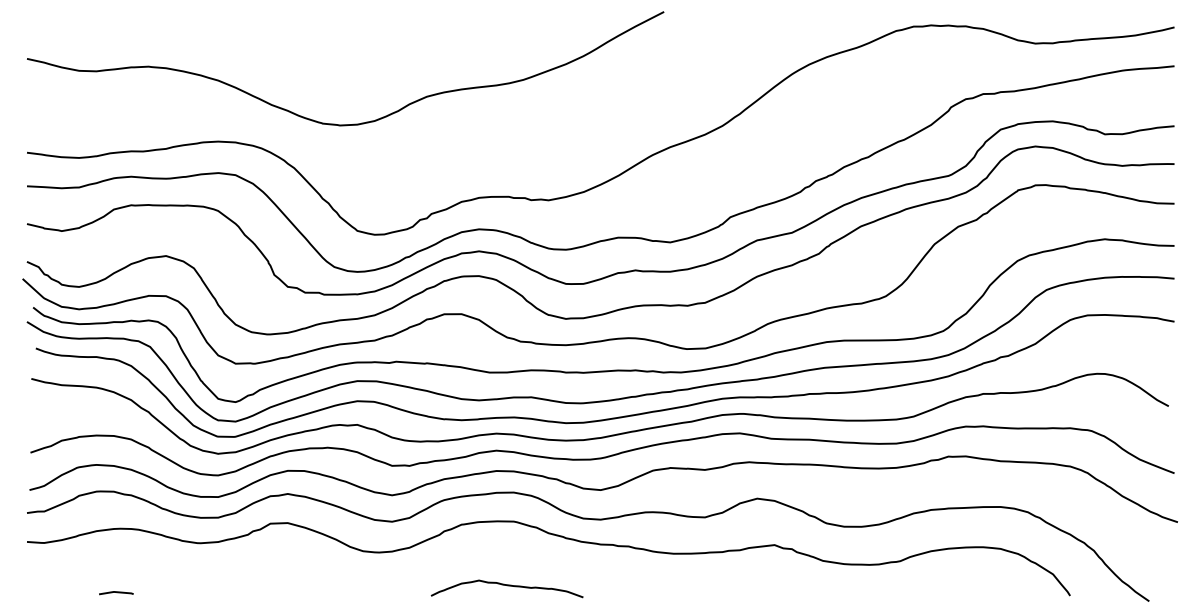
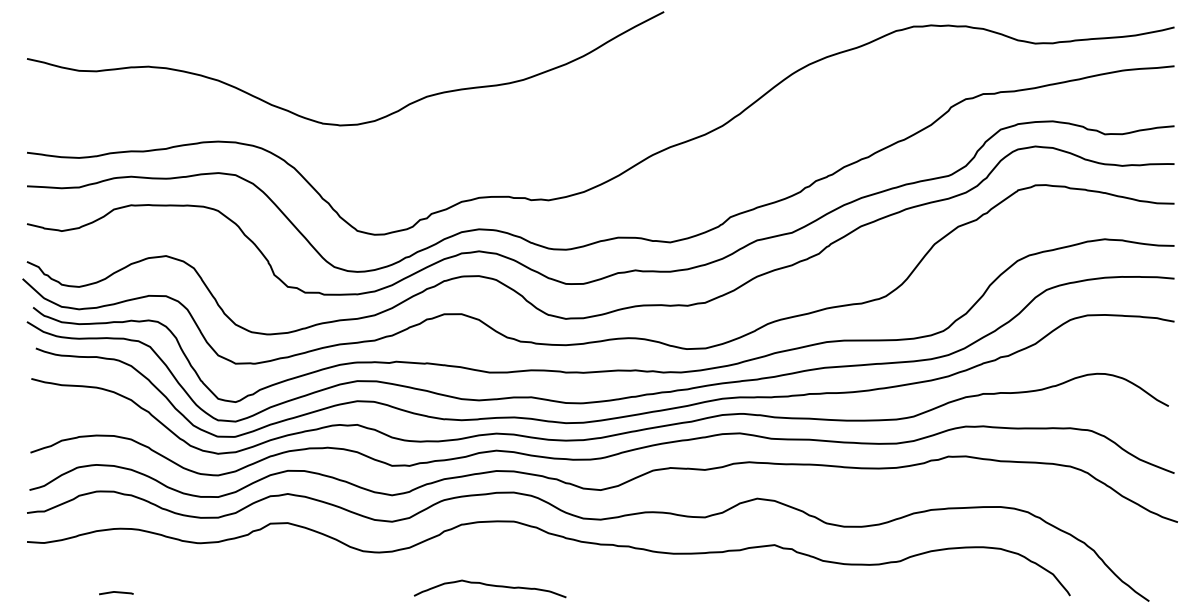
curve at (507, 586) position: (507, 586) -> (490, 586)
